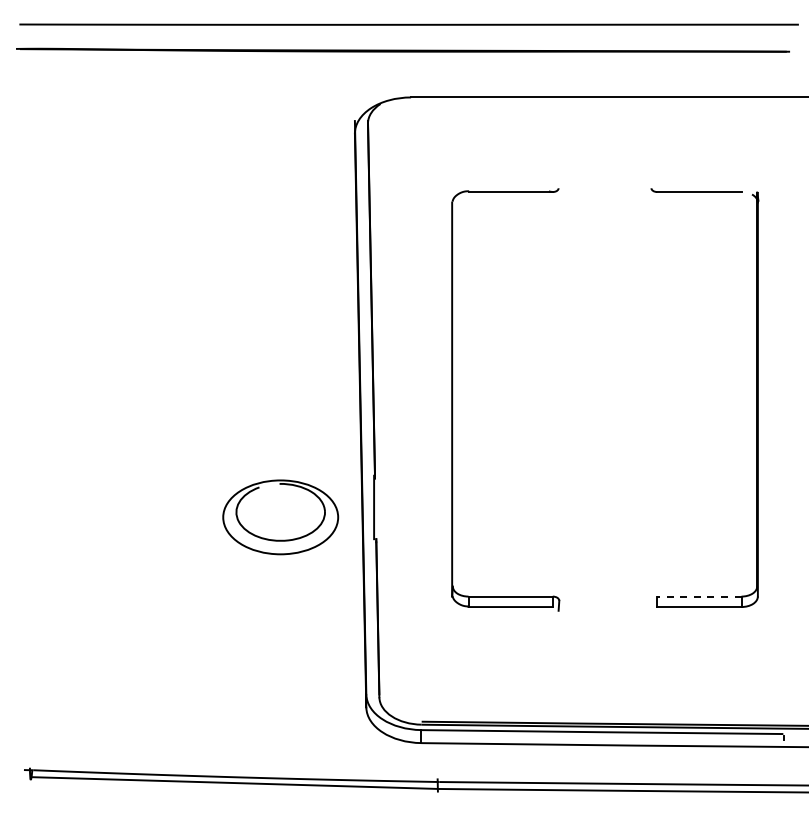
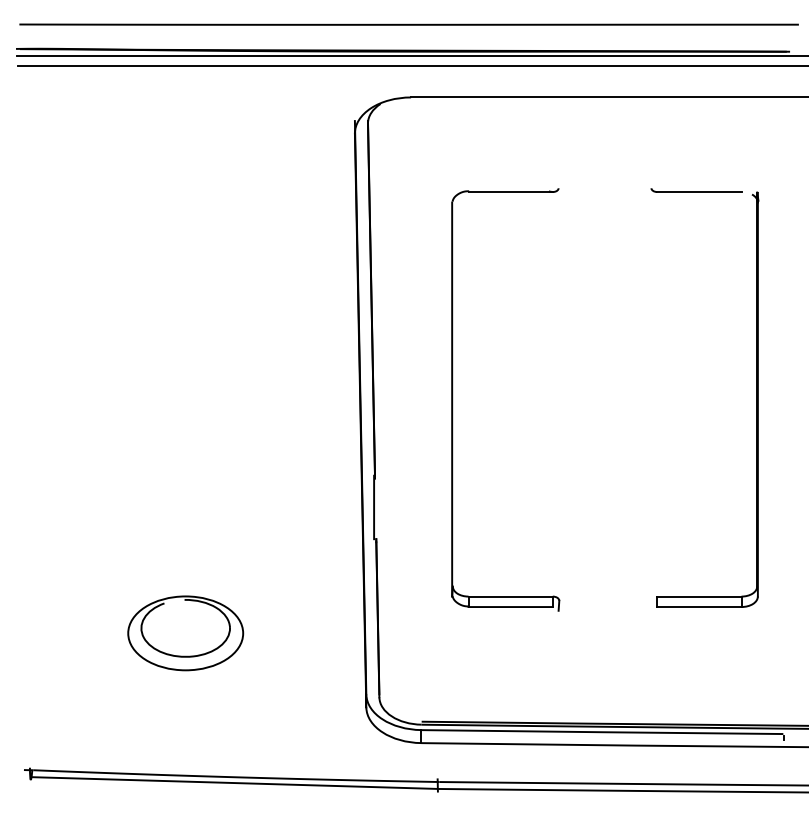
line at (411, 55): none -> present
line at (411, 65): none -> present
part at (280, 517) position: (280, 517) -> (185, 633)
line at (698, 596): dashed -> solid
